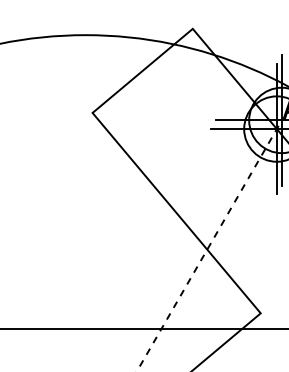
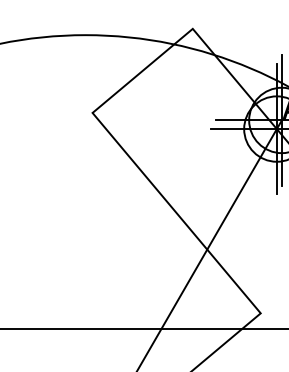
line at (209, 245): dashed -> solid
